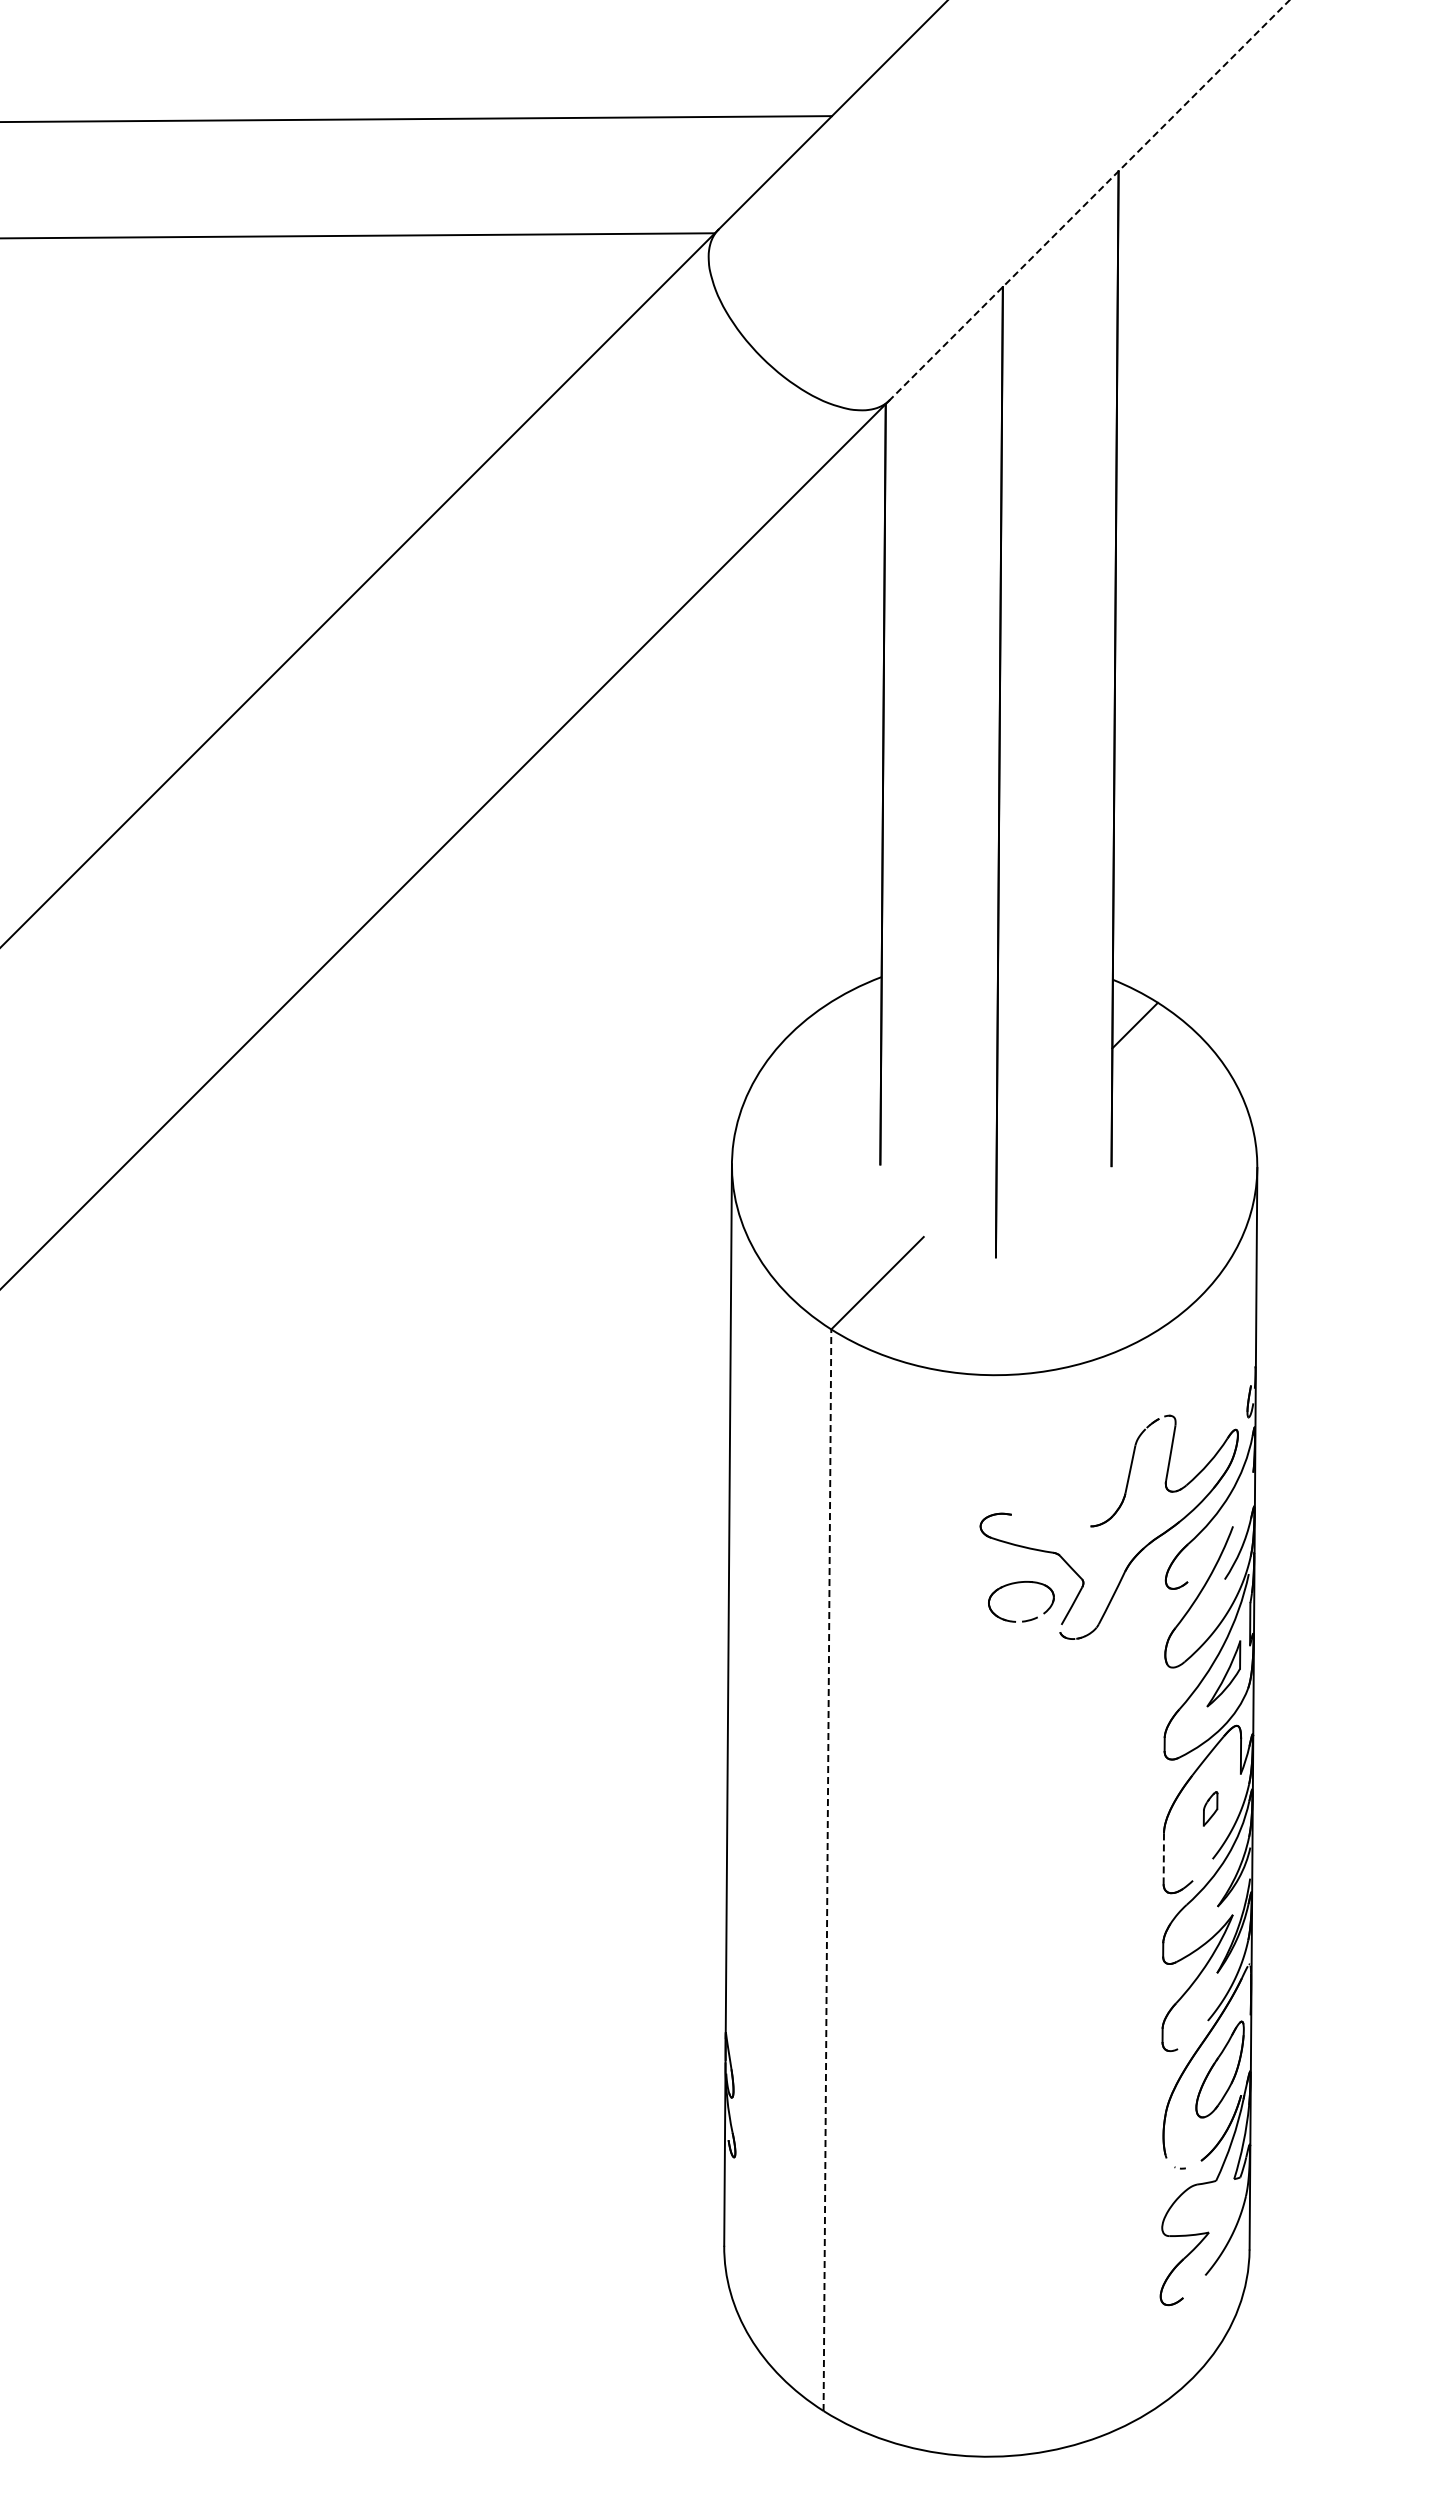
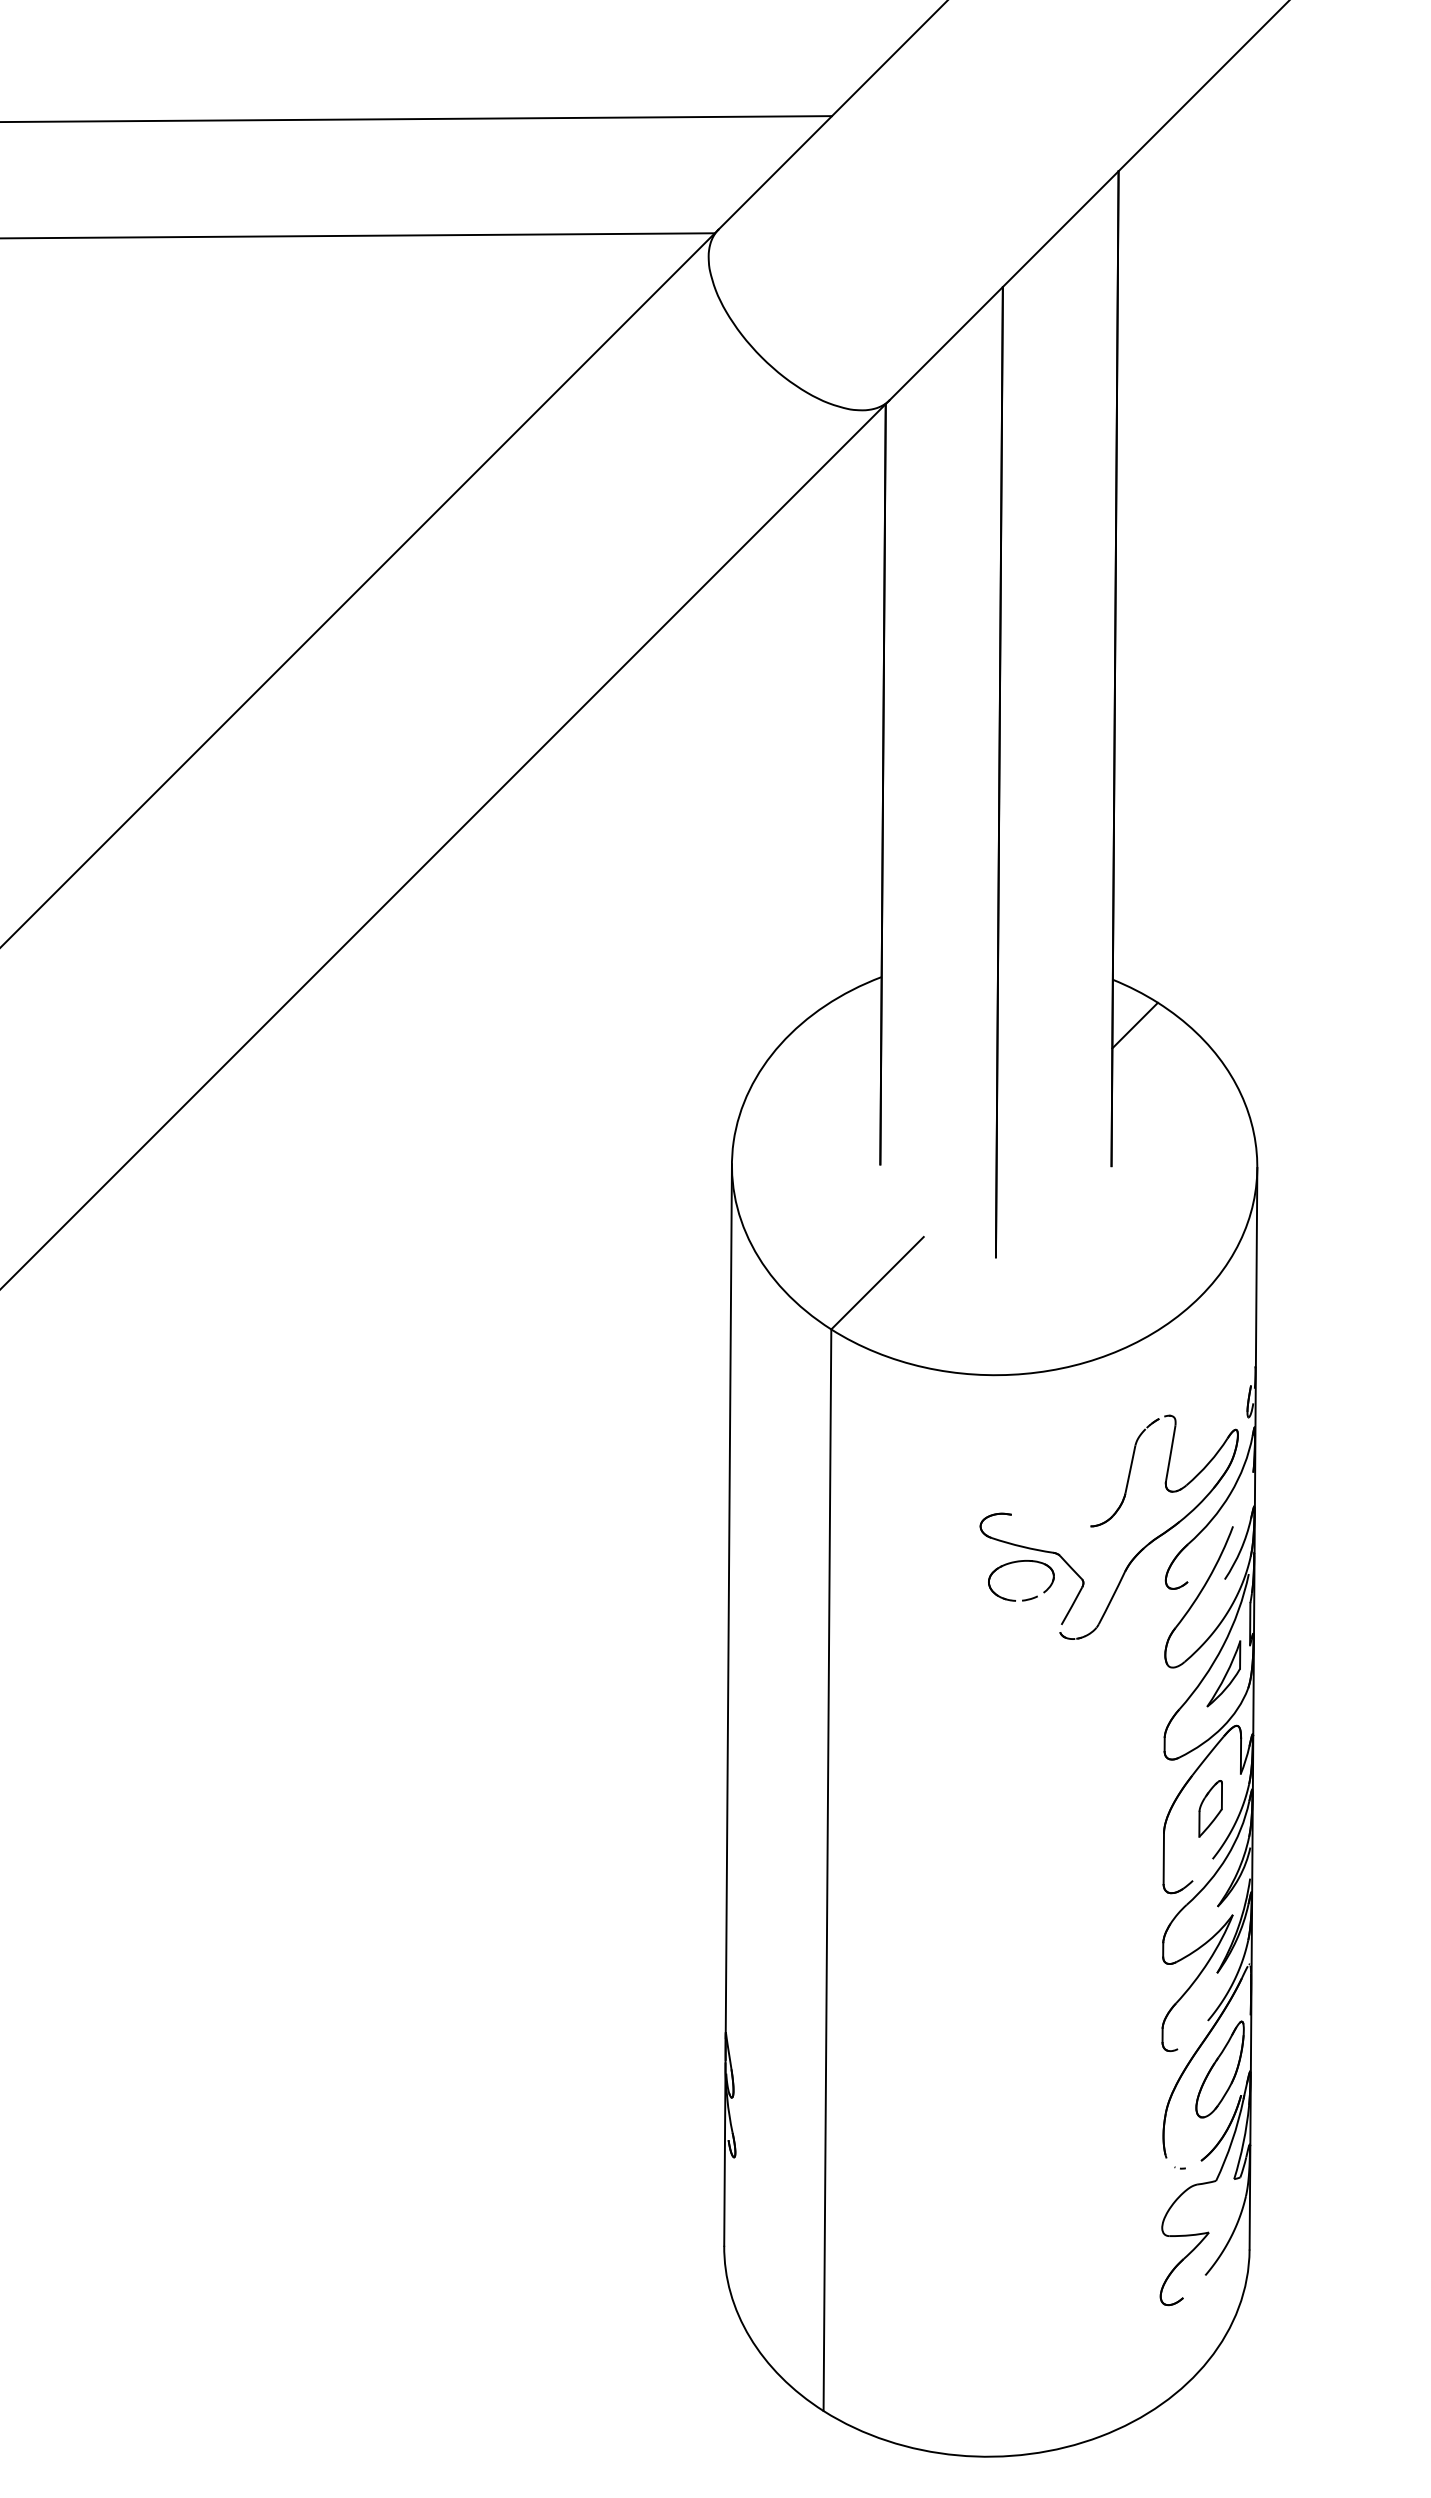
line at (1089, 200): dashed -> solid
part at (1020, 1583) position: (1020, 1583) -> (1020, 1562)
part at (1210, 1808) size: 17x36 px -> 25x58 px
line at (1163, 1859): dashed -> solid
line at (827, 1870): dashed -> solid
